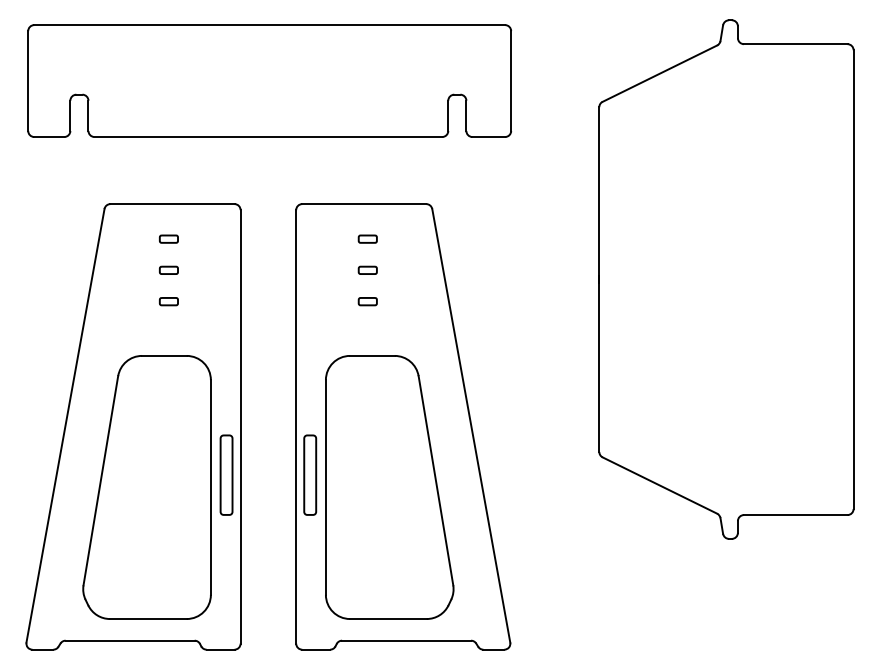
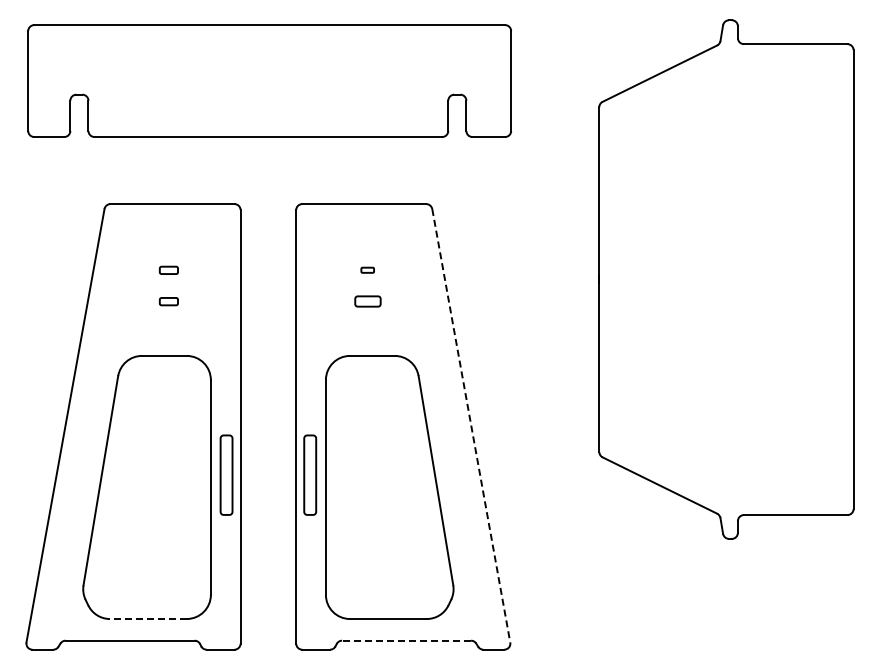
part at (168, 238): present -> none
part at (367, 238): present -> none
part at (367, 269) size: 21x10 px -> 15x8 px
part at (367, 301) size: 21x10 px -> 28x13 px
line at (471, 426): solid -> dashed
line at (147, 619): solid -> dashed
line at (406, 640): solid -> dashed
